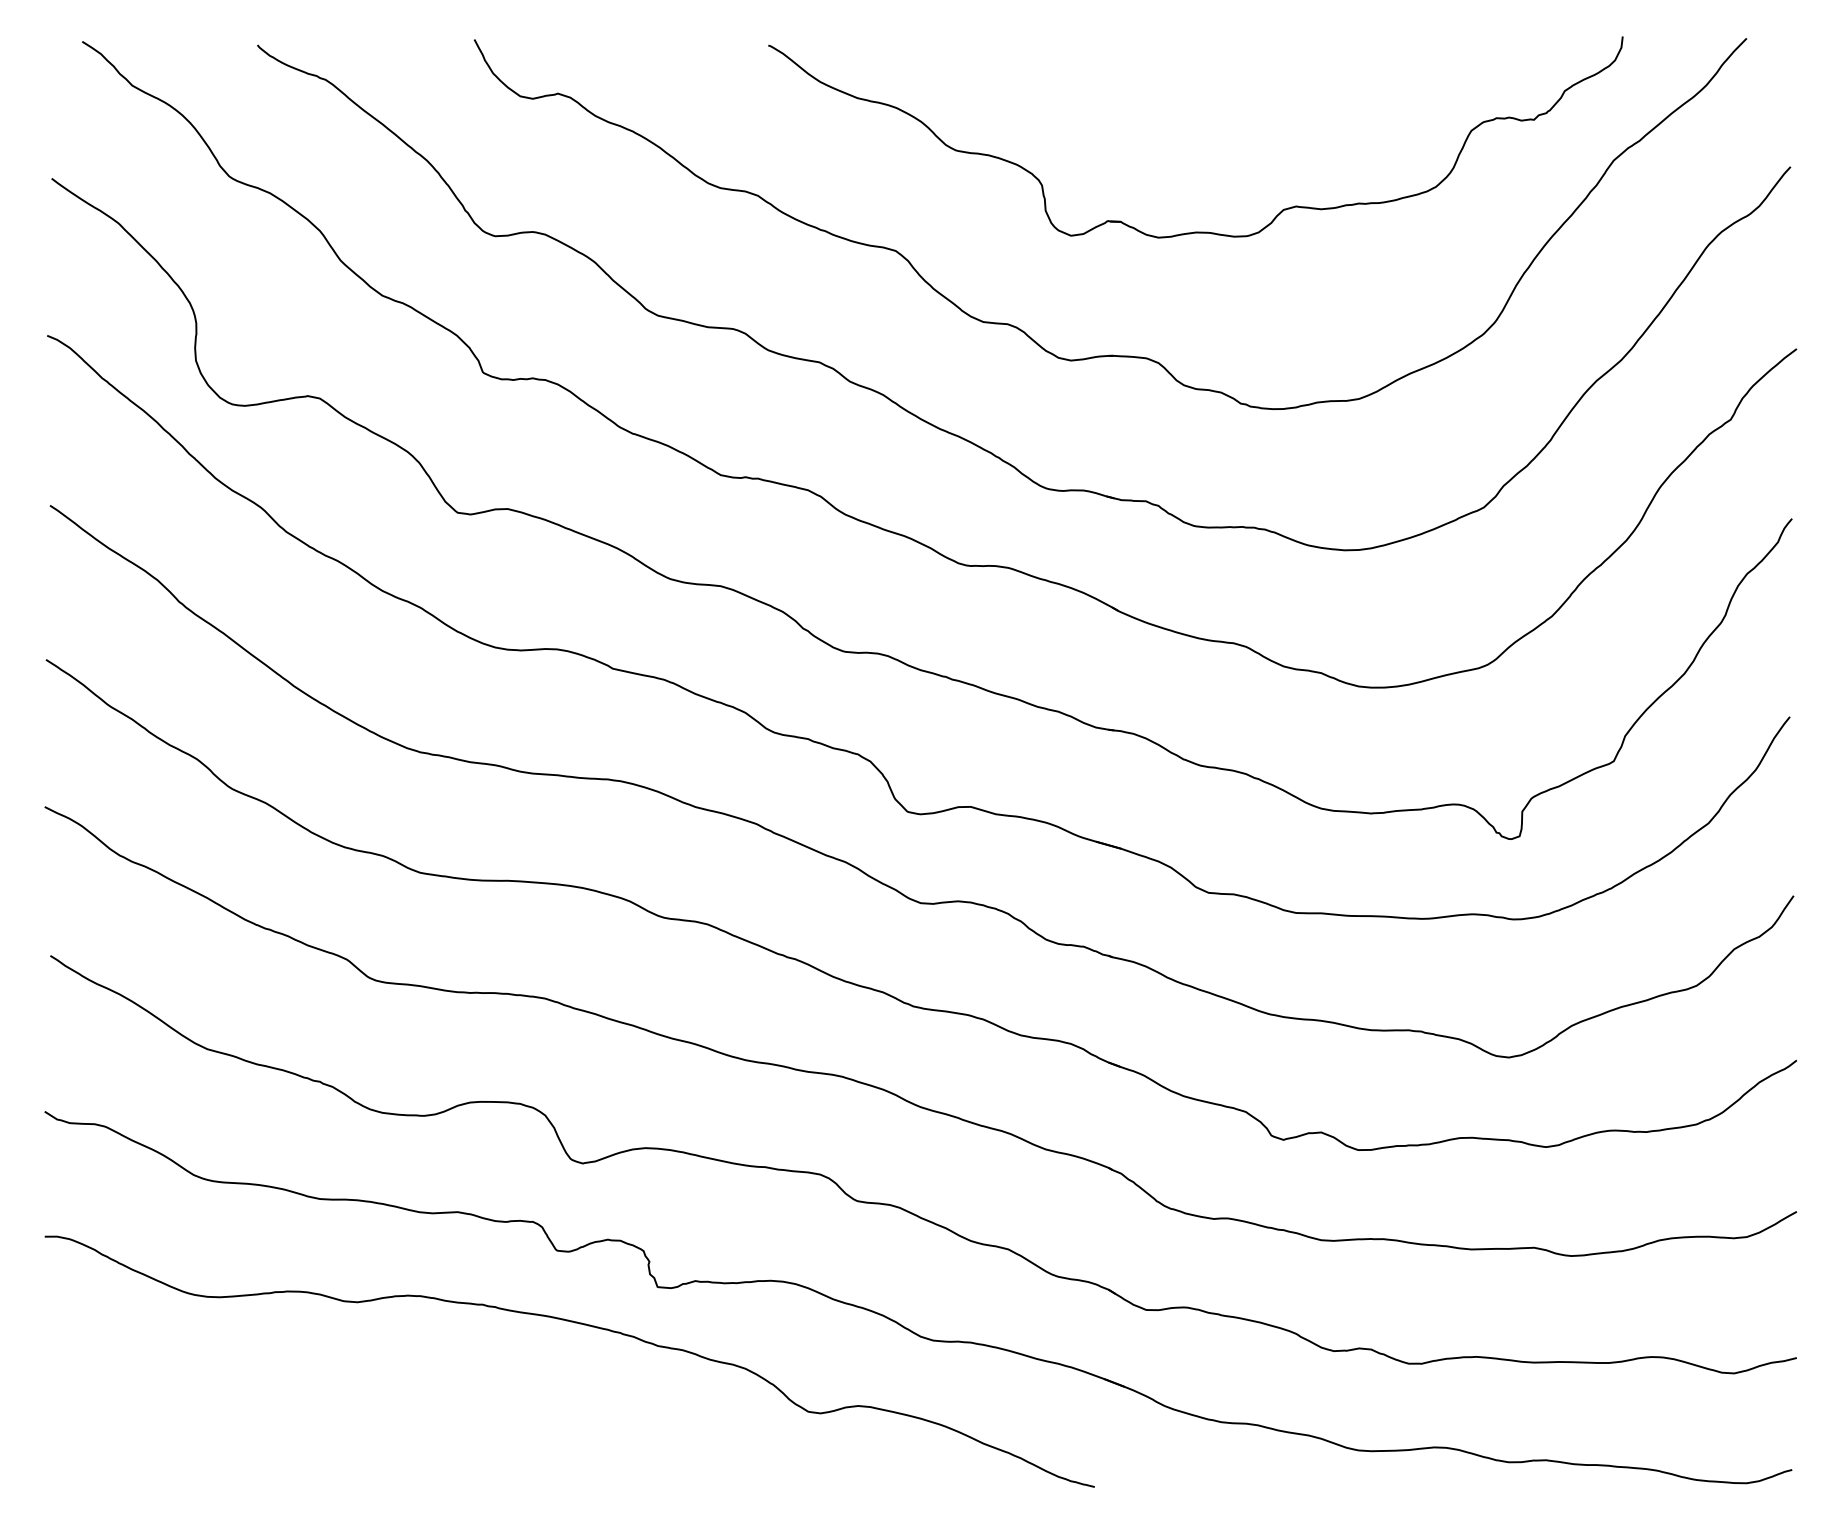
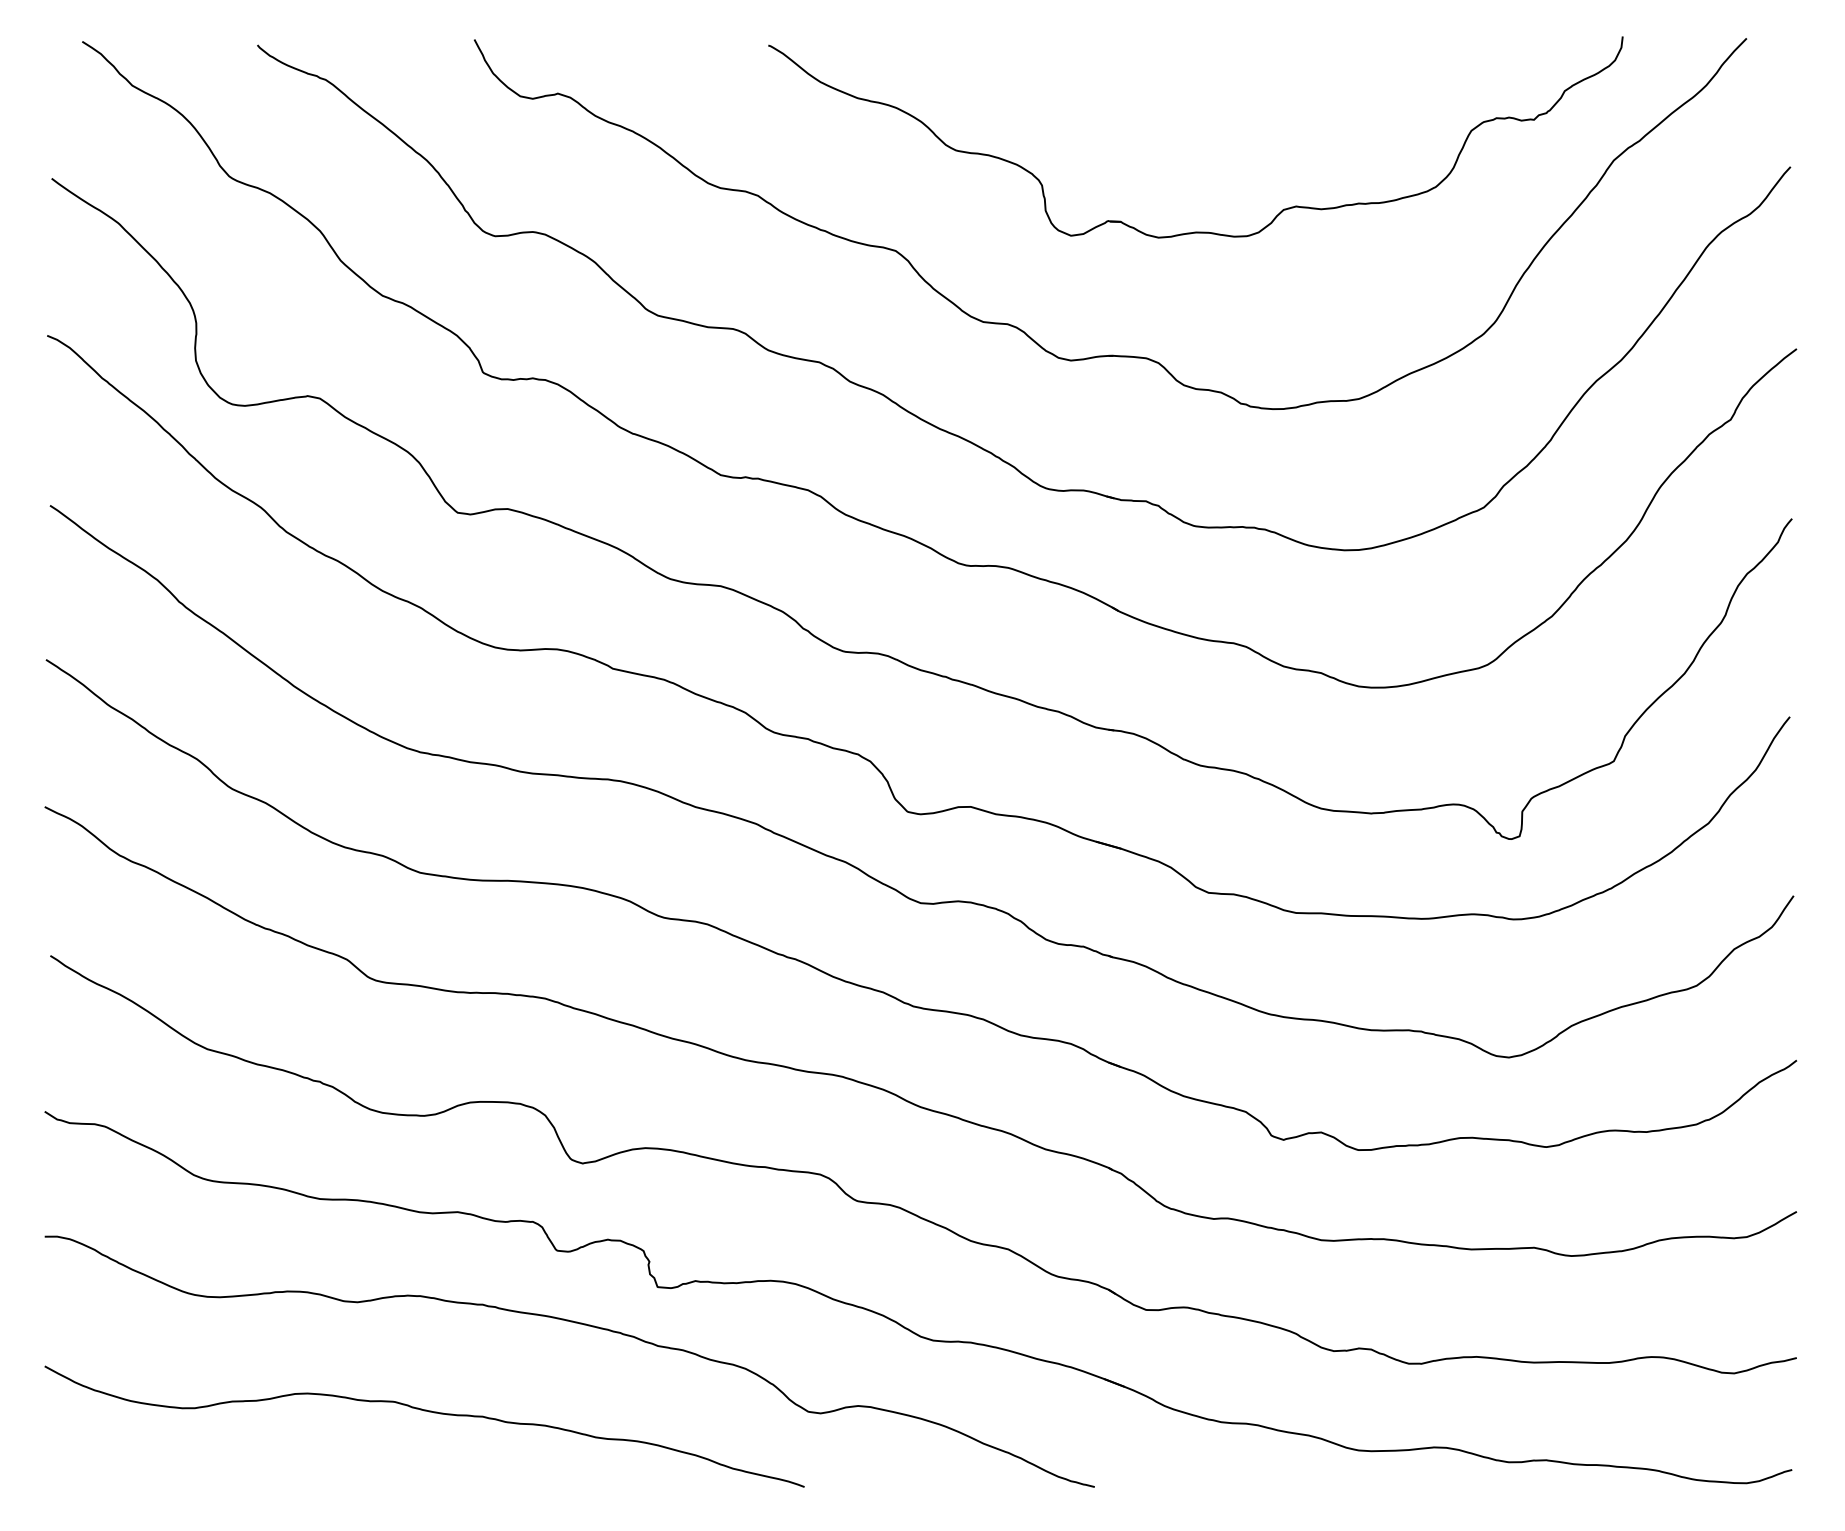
curve at (429, 1412): none -> present
